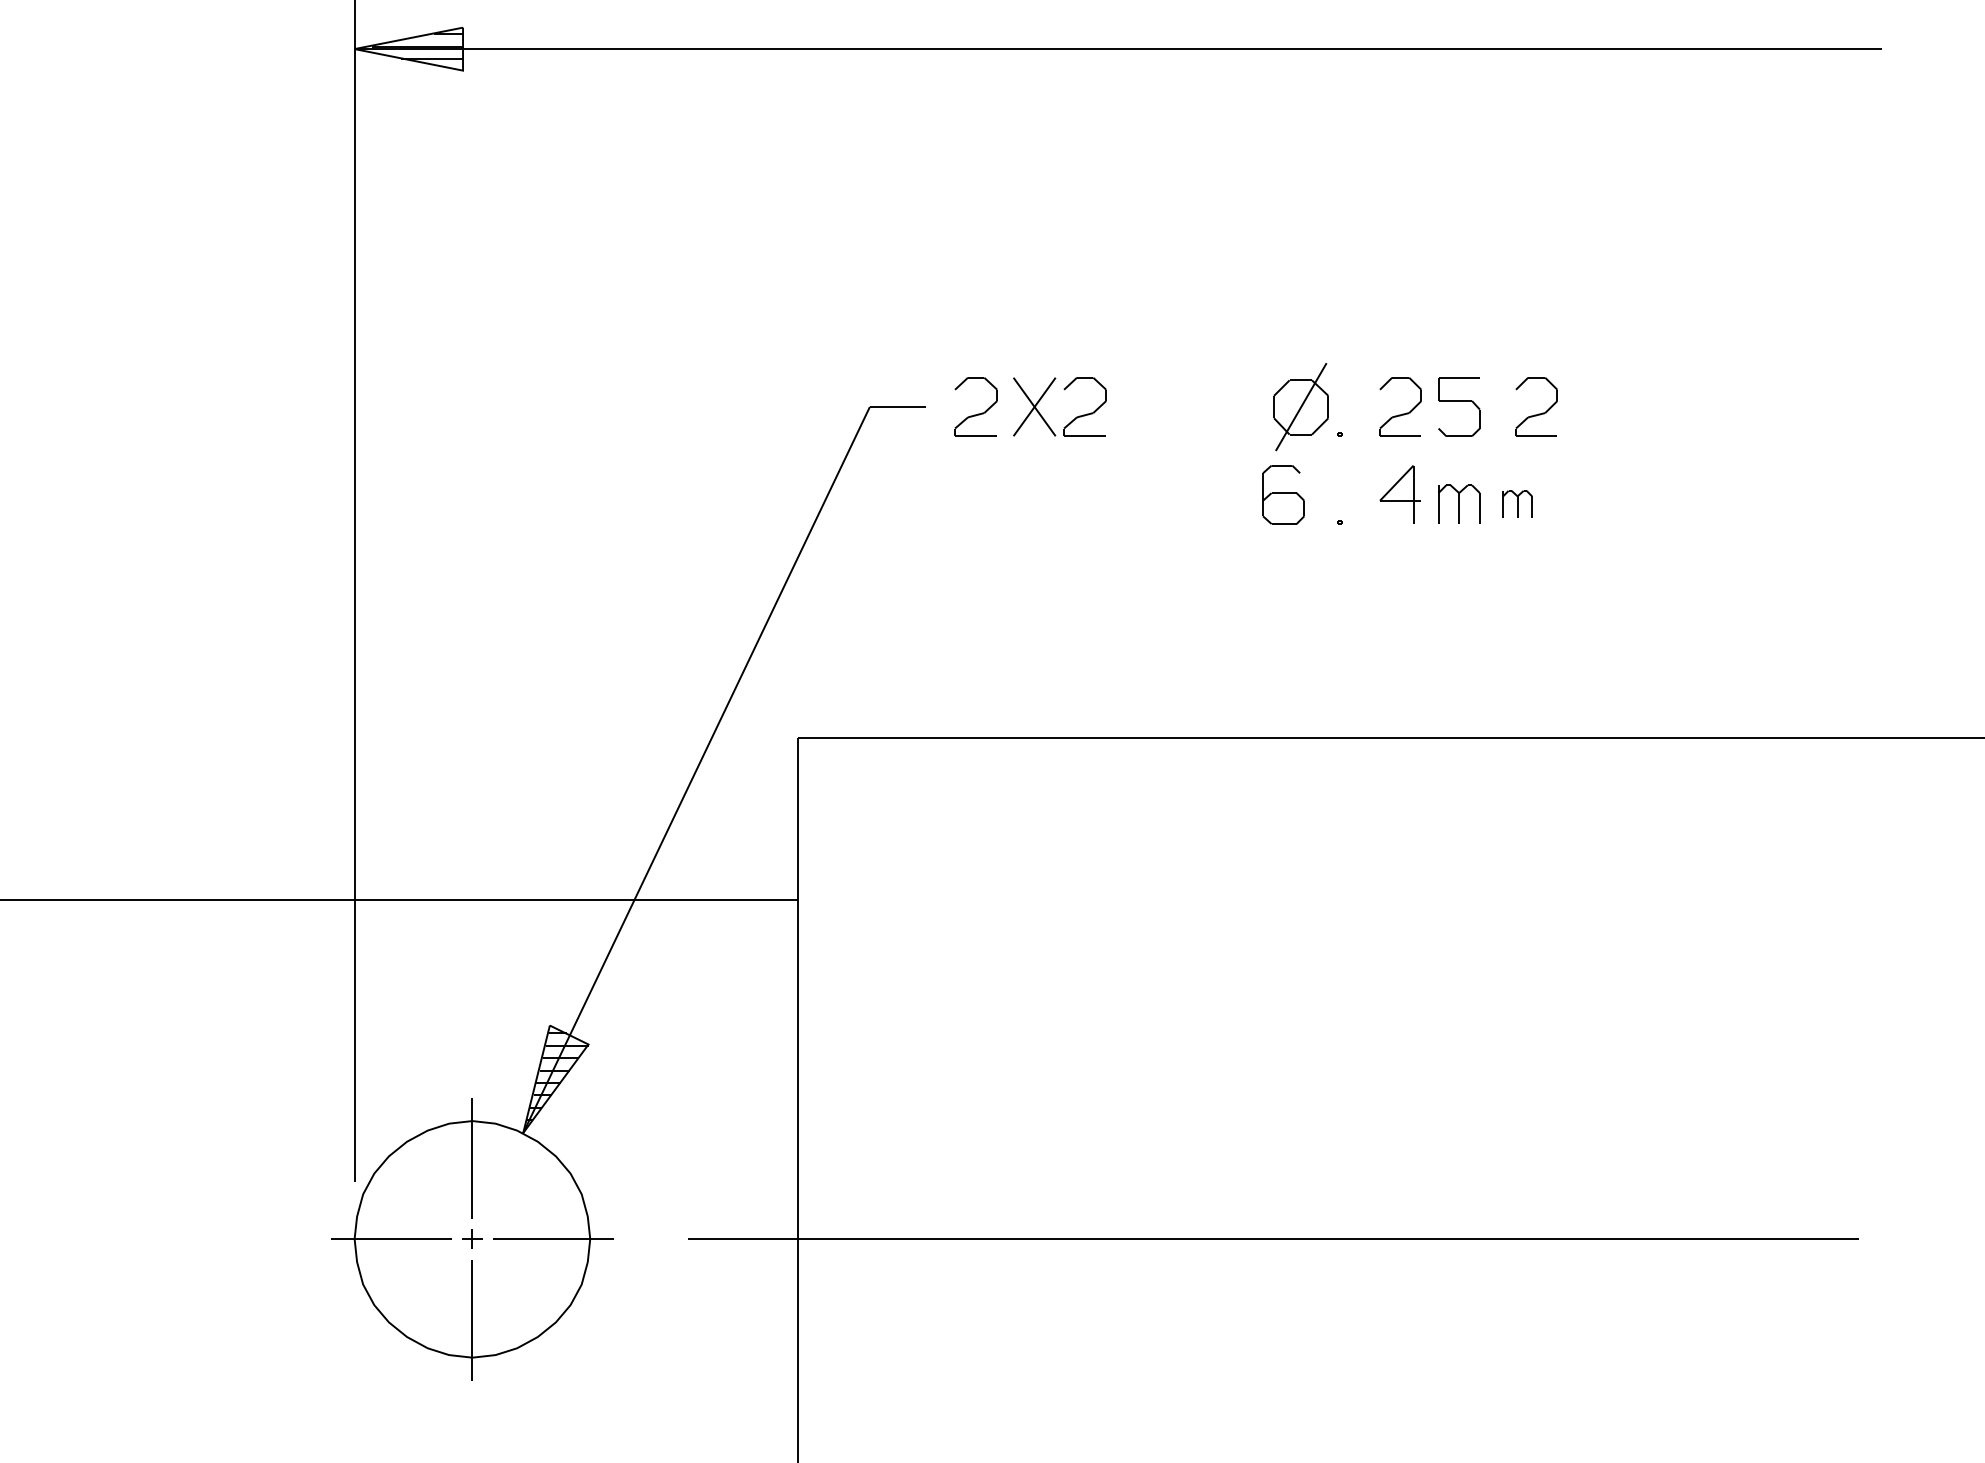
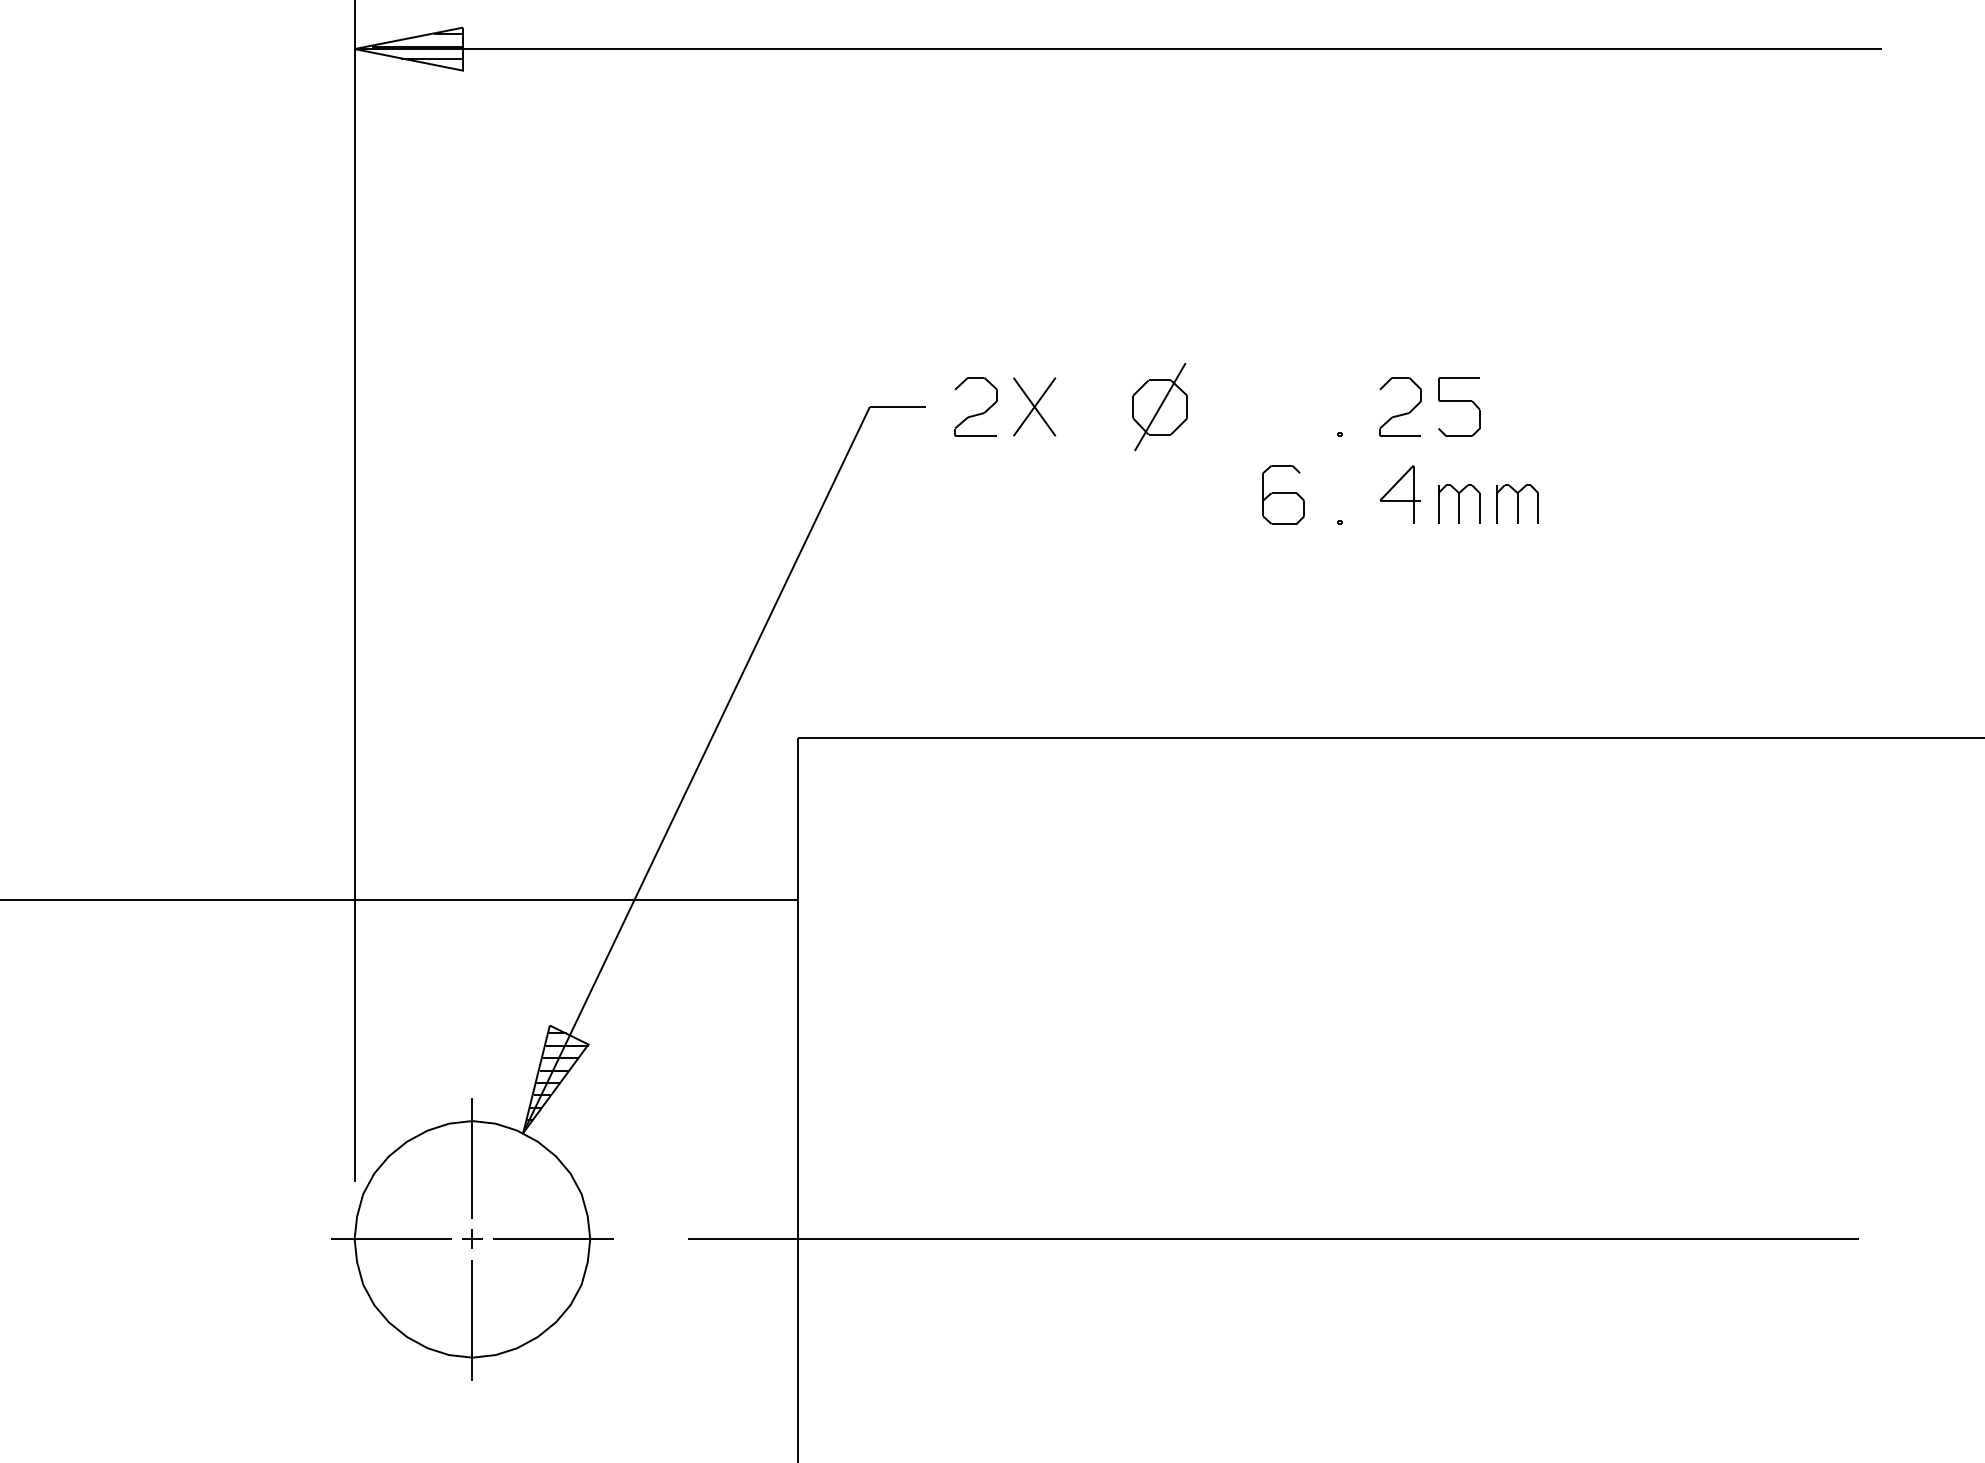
part at (1300, 407) position: (1300, 407) -> (1159, 407)
part at (1086, 413): present -> none
part at (1538, 413): present -> none
part at (1517, 503) size: 31x28 px -> 43x40 px
